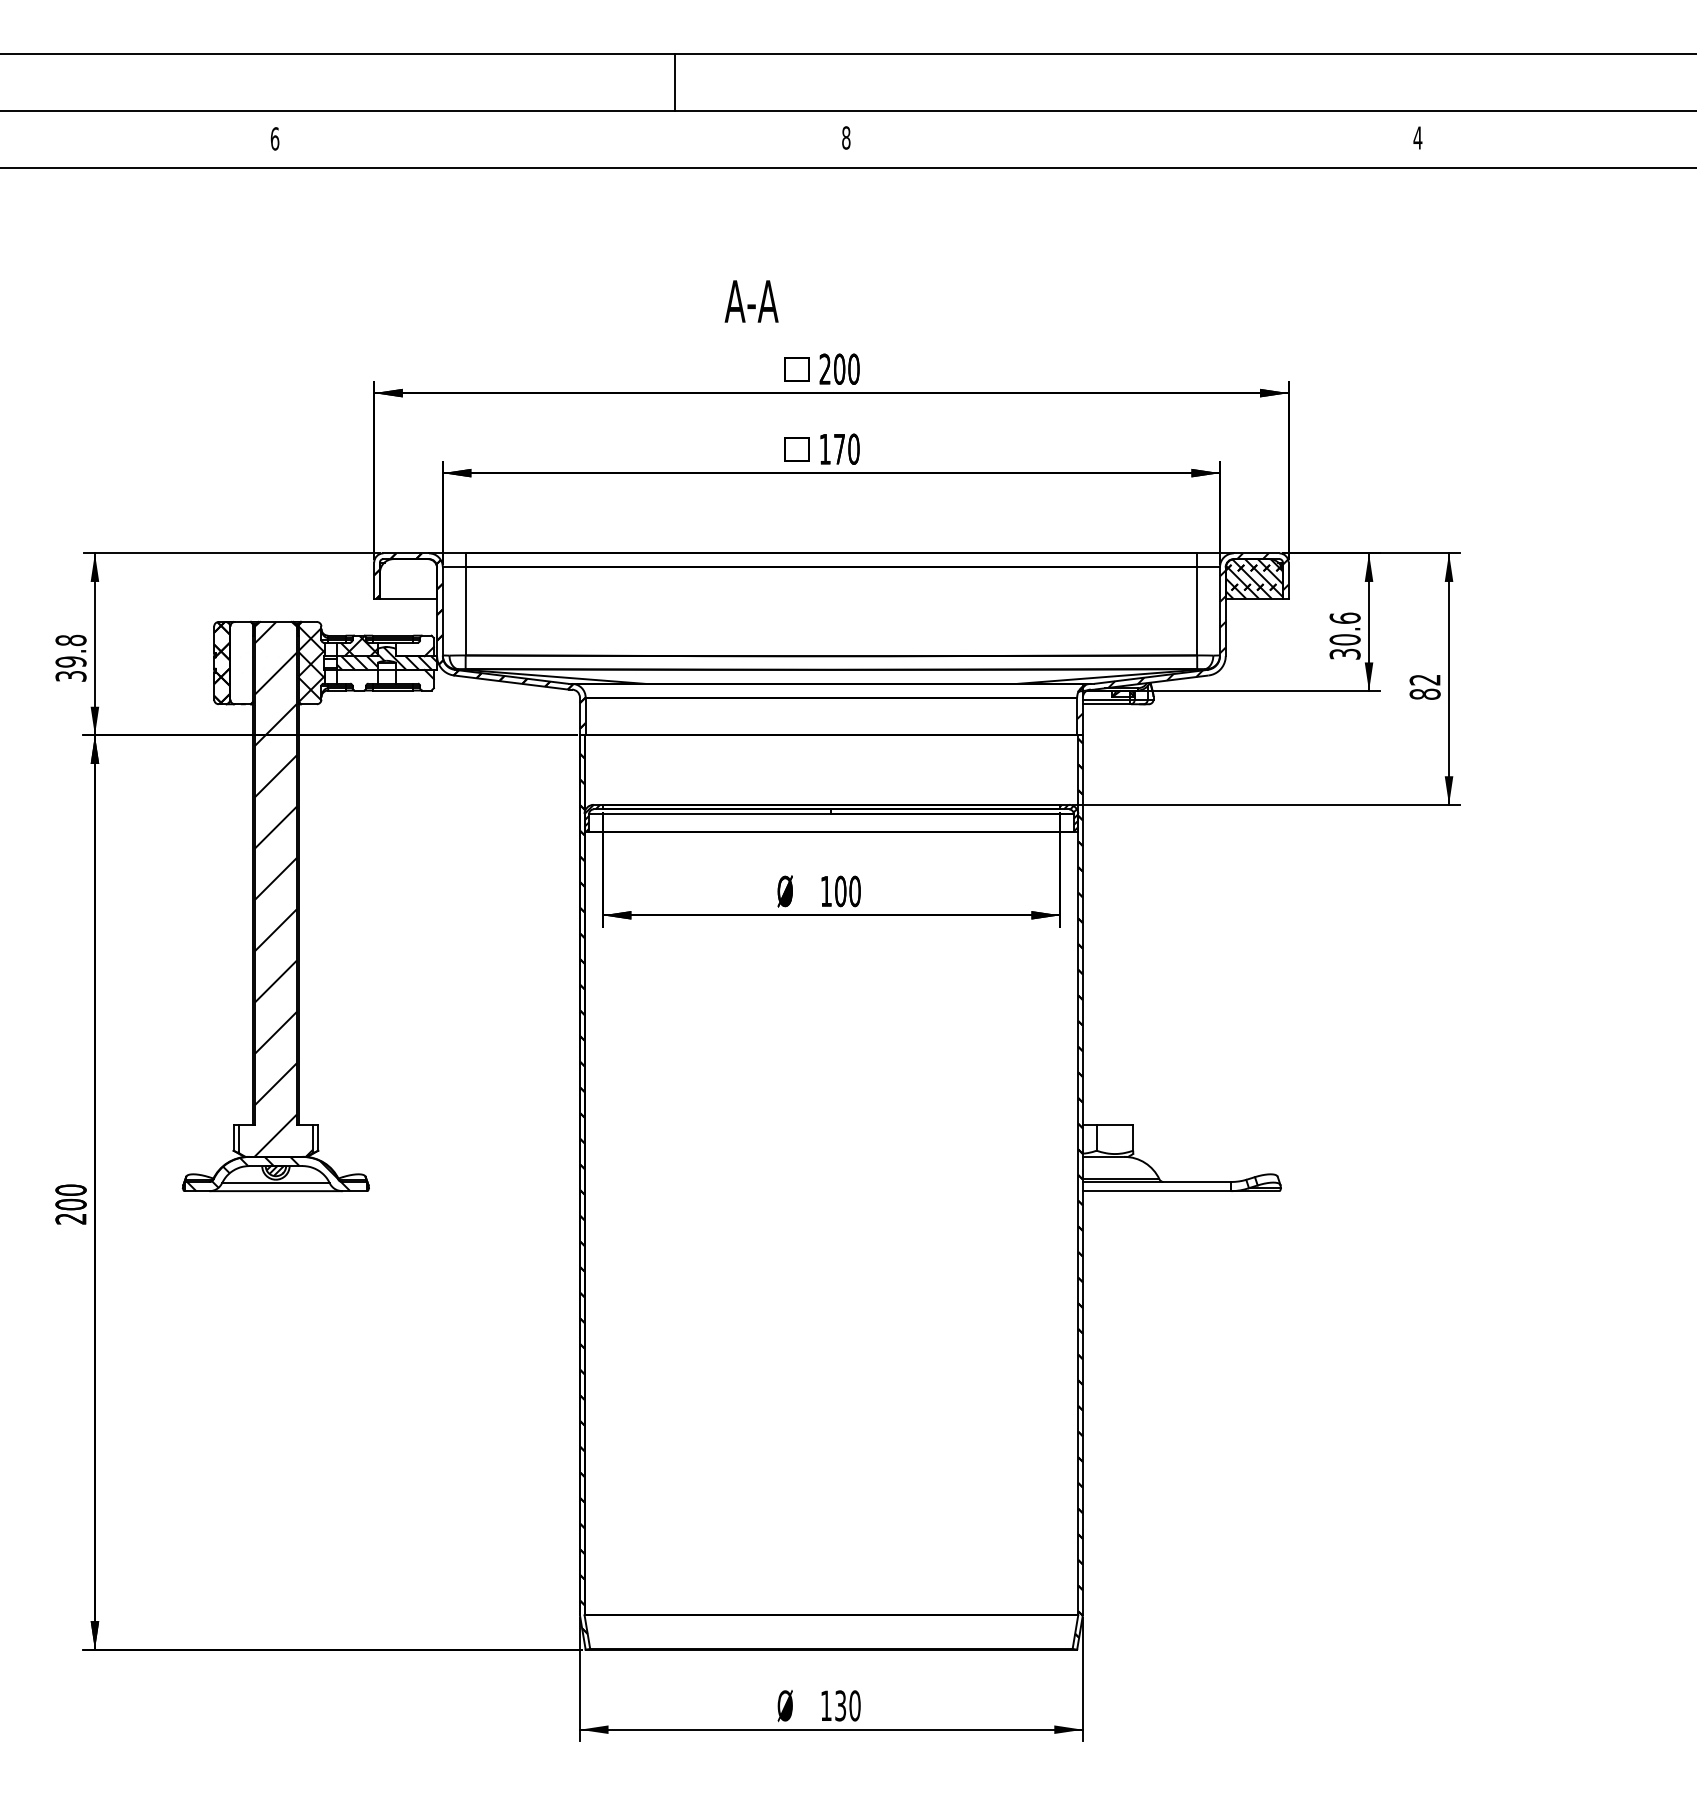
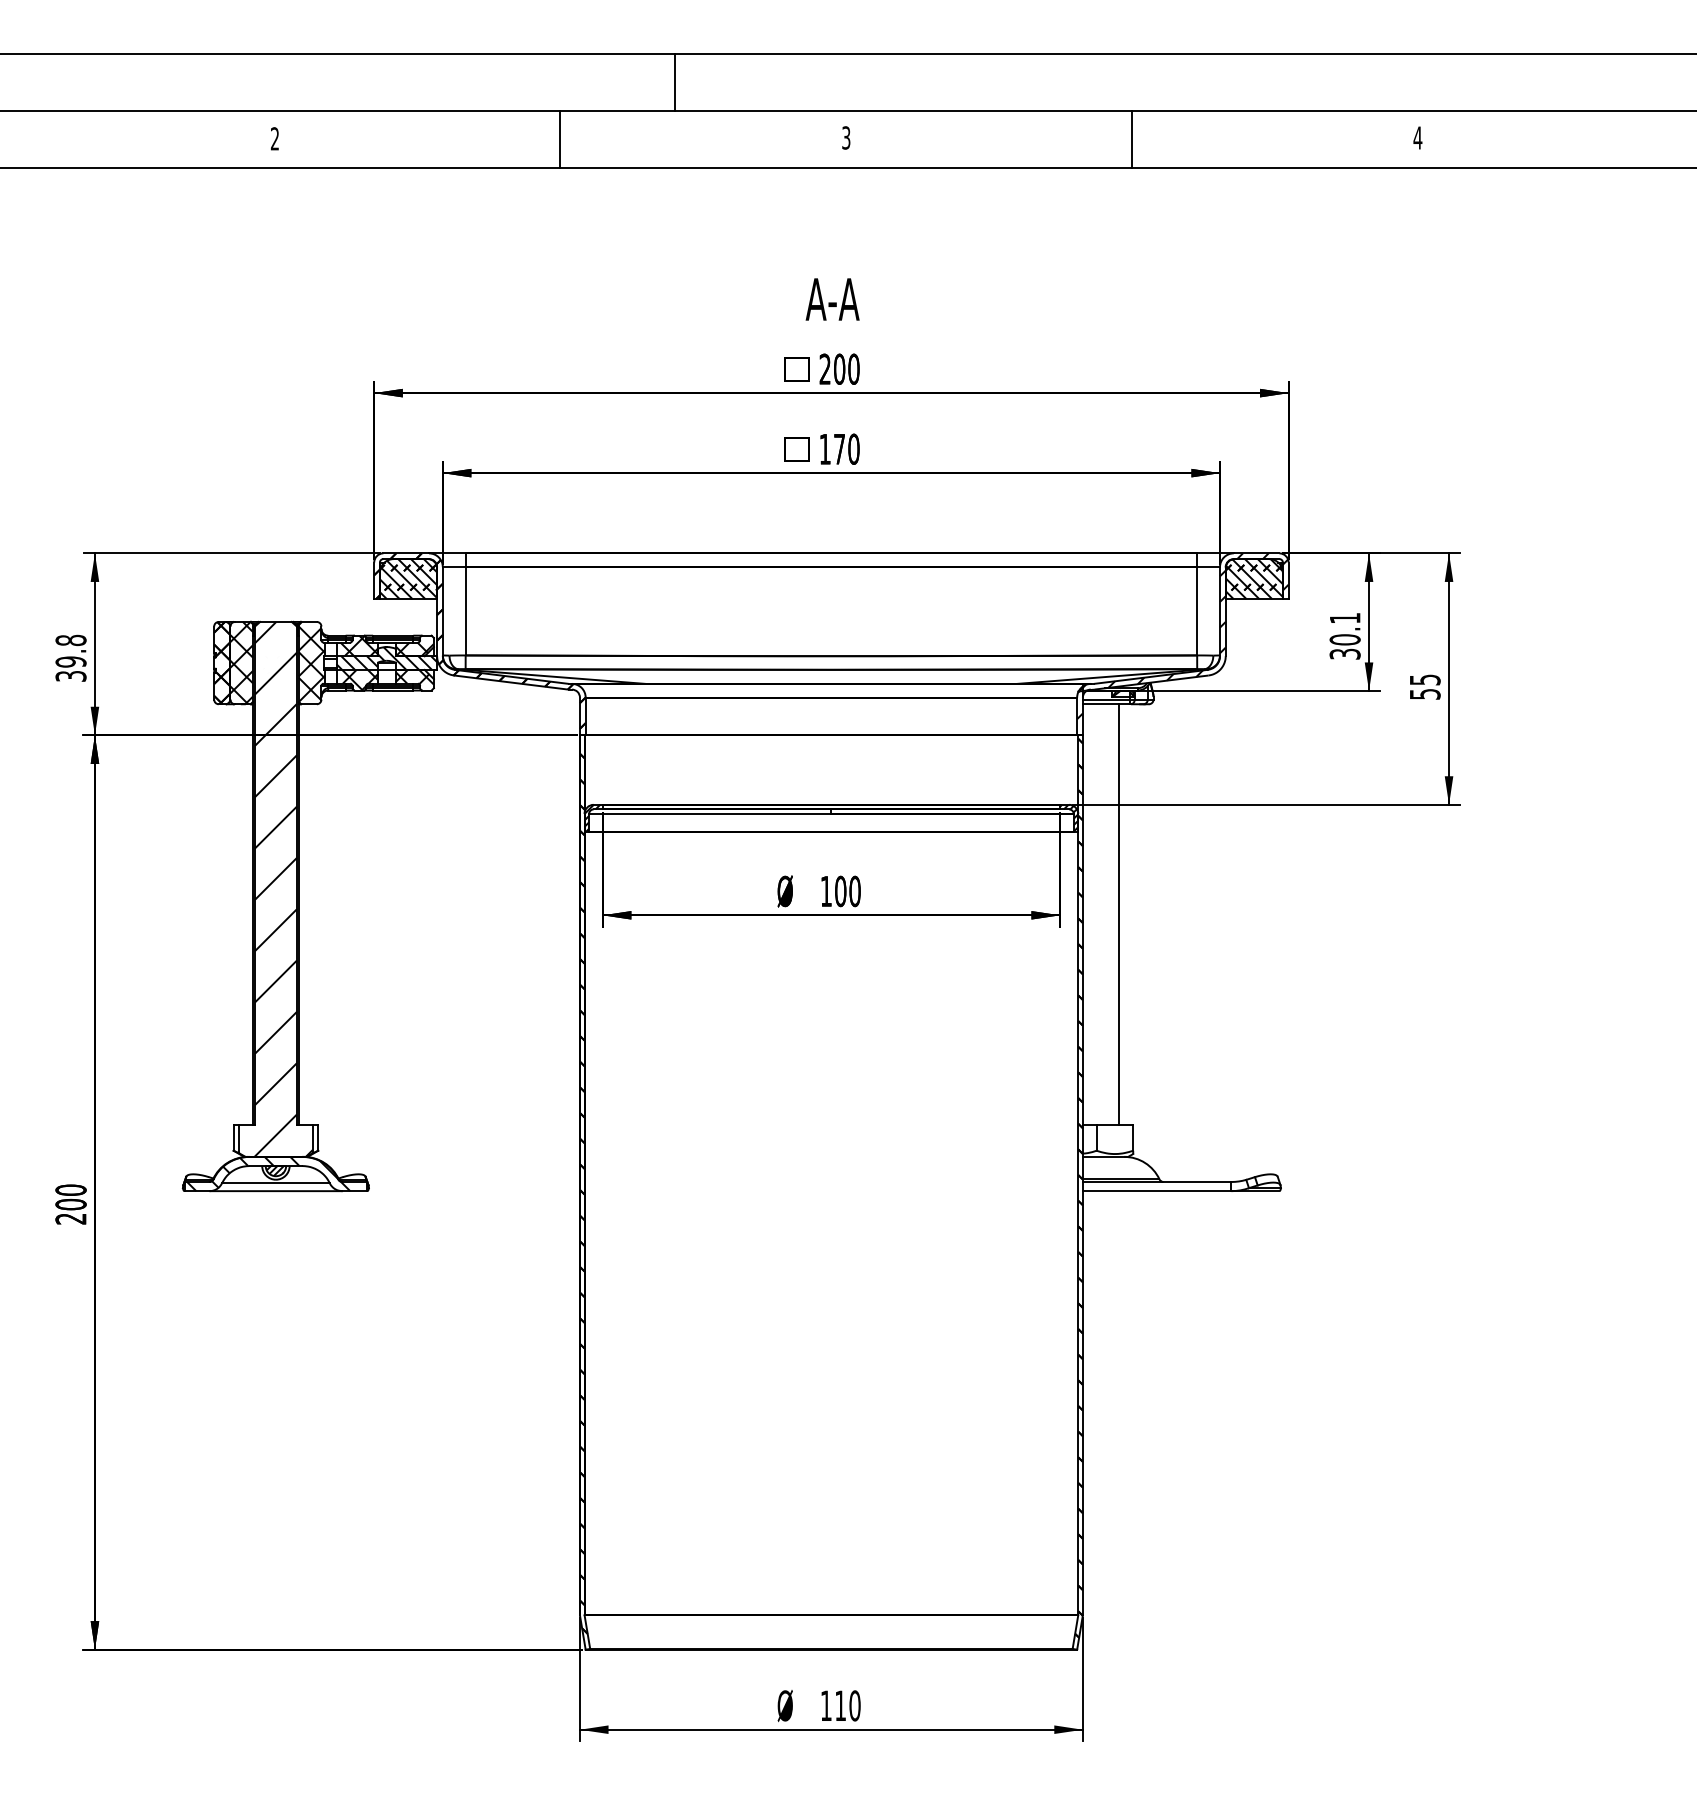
text at (846, 137): 8 -> 3
text at (274, 138): 6 -> 2
line at (560, 139): none -> present
line at (1131, 139): none -> present
text at (751, 301) position: (751, 301) -> (832, 299)
hatch at (408, 579): none -> present
text at (1344, 617): 30.6 -> 30.1
hatch at (414, 649): none -> present
hatch at (241, 662): none -> present
hatch at (414, 676): none -> present
hatch at (359, 679): none -> present
text at (1424, 686): 82 -> 55
line at (1119, 914): none -> present
text at (840, 1705): 130 -> 110
